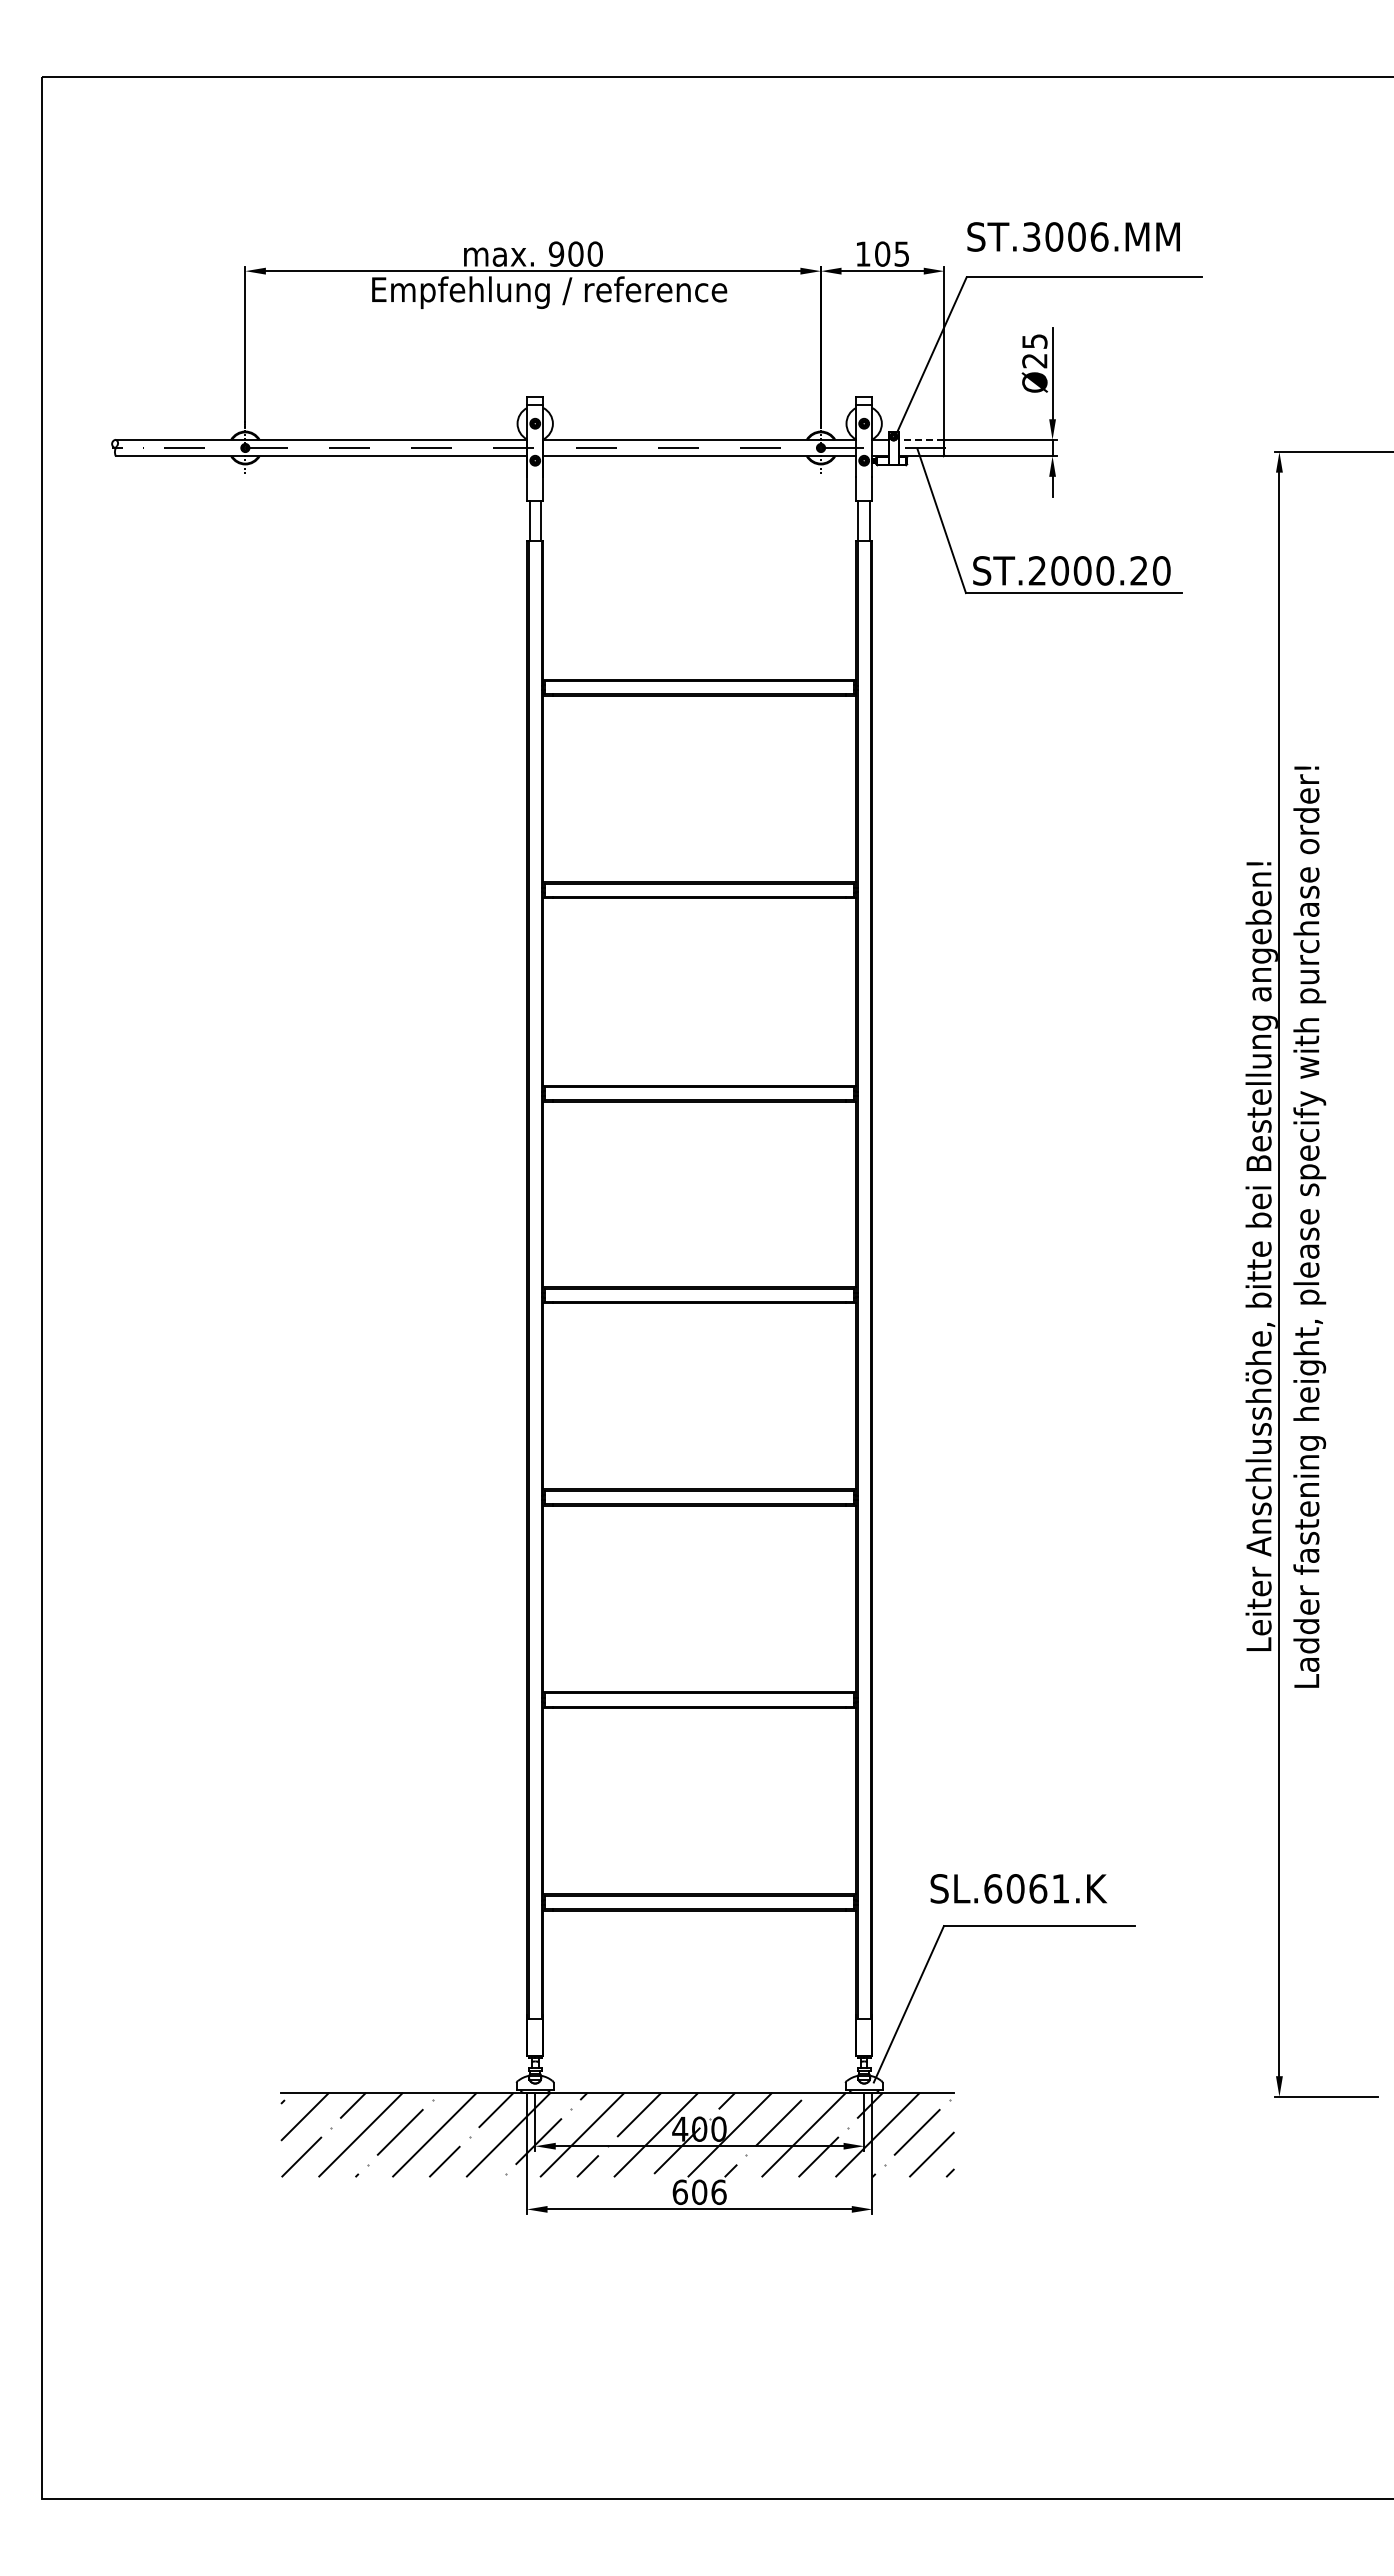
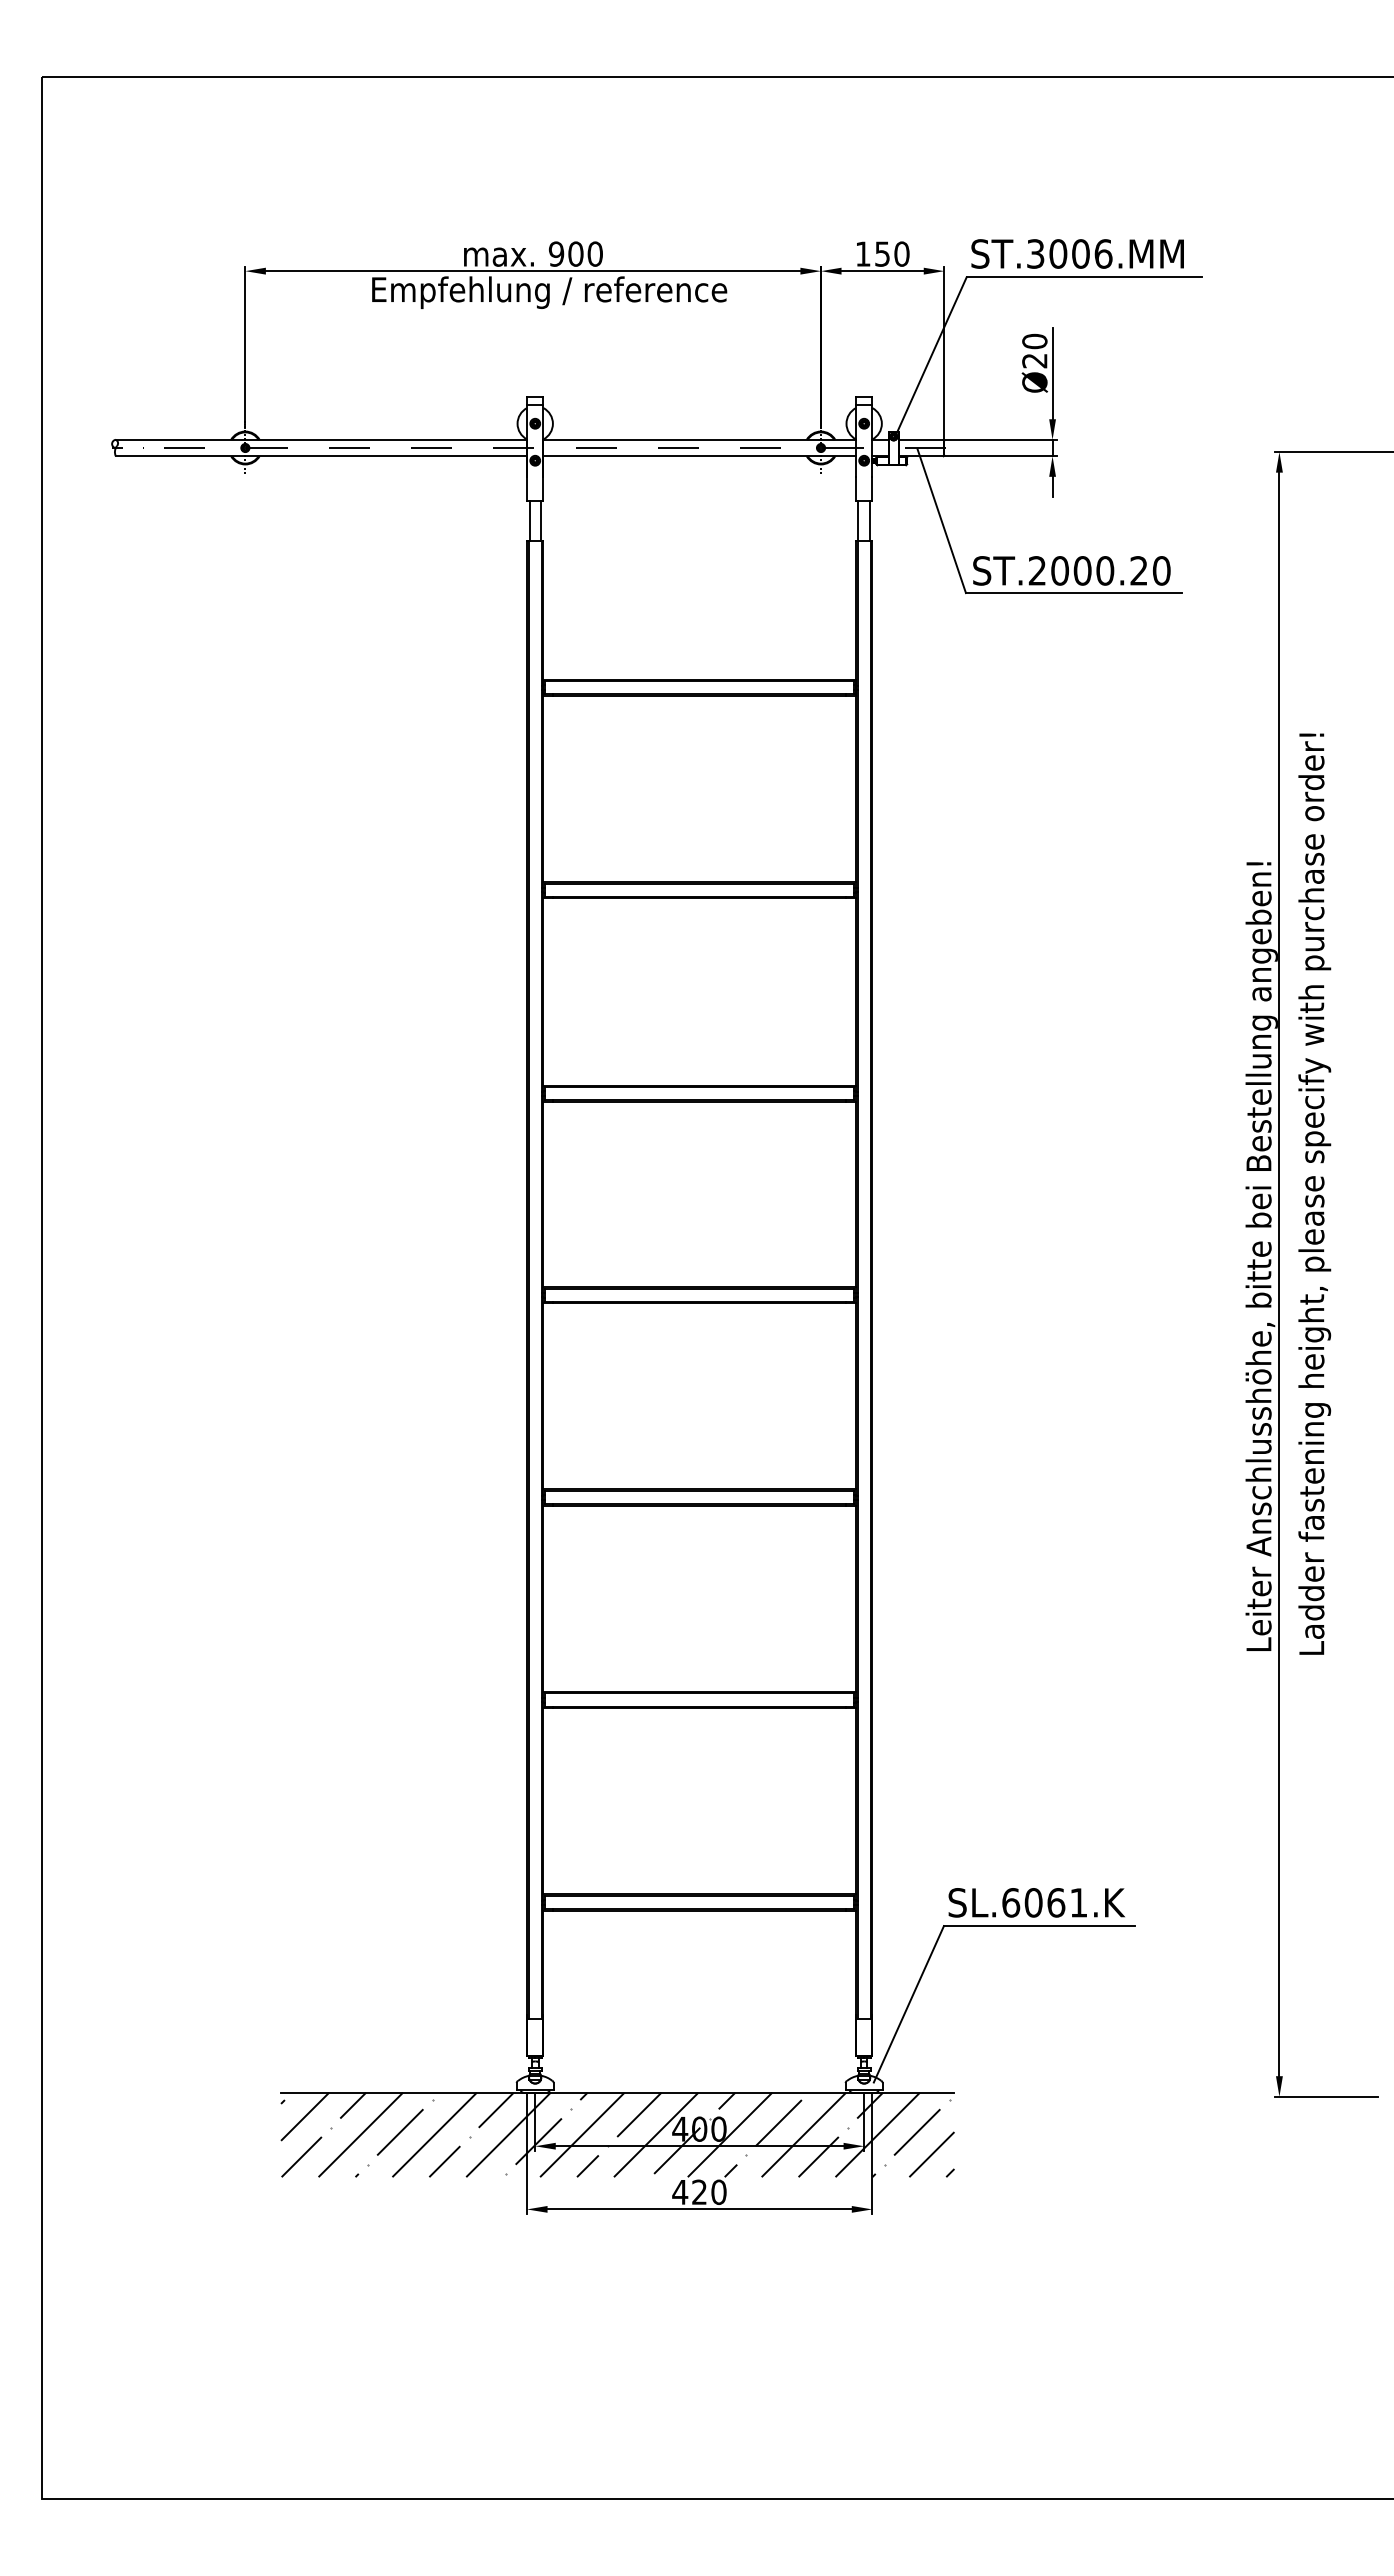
text at (1073, 236) position: (1073, 236) -> (1077, 253)
text at (892, 253): 105 -> 150
text at (1034, 341): Ø25 -> Ø20
line at (920, 439): dashed -> solid
text at (1309, 1226) position: (1309, 1226) -> (1314, 1193)
text at (1018, 1888) position: (1018, 1888) -> (1036, 1902)
text at (699, 2191): 606 -> 420
